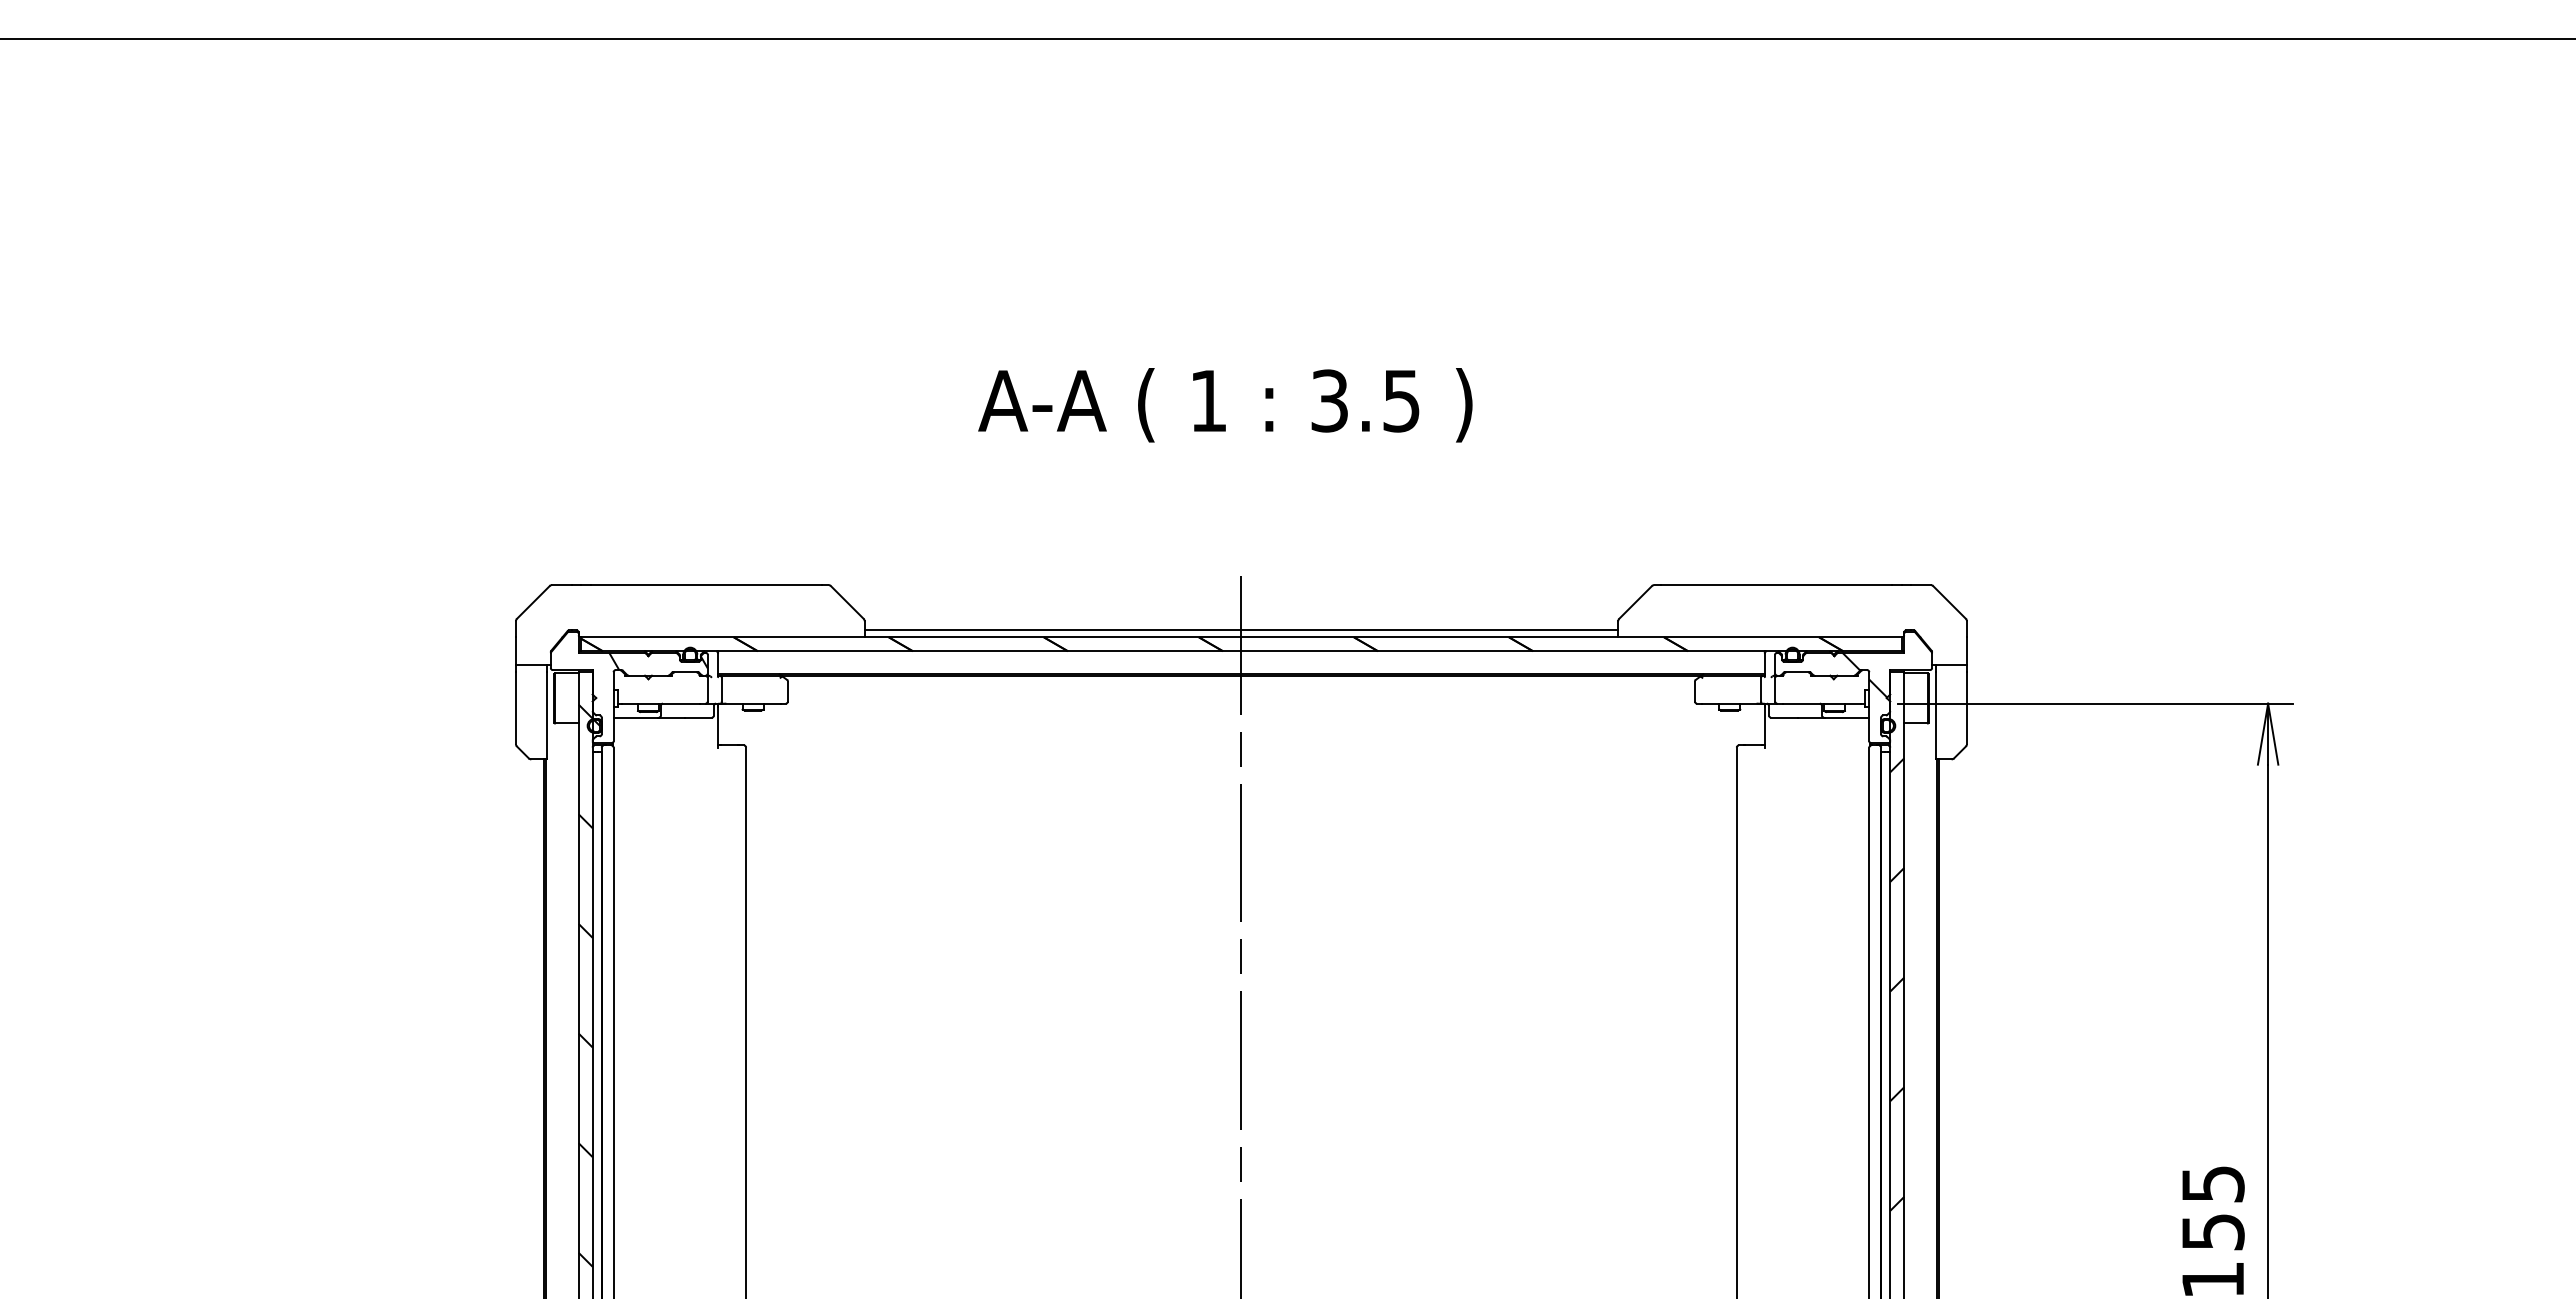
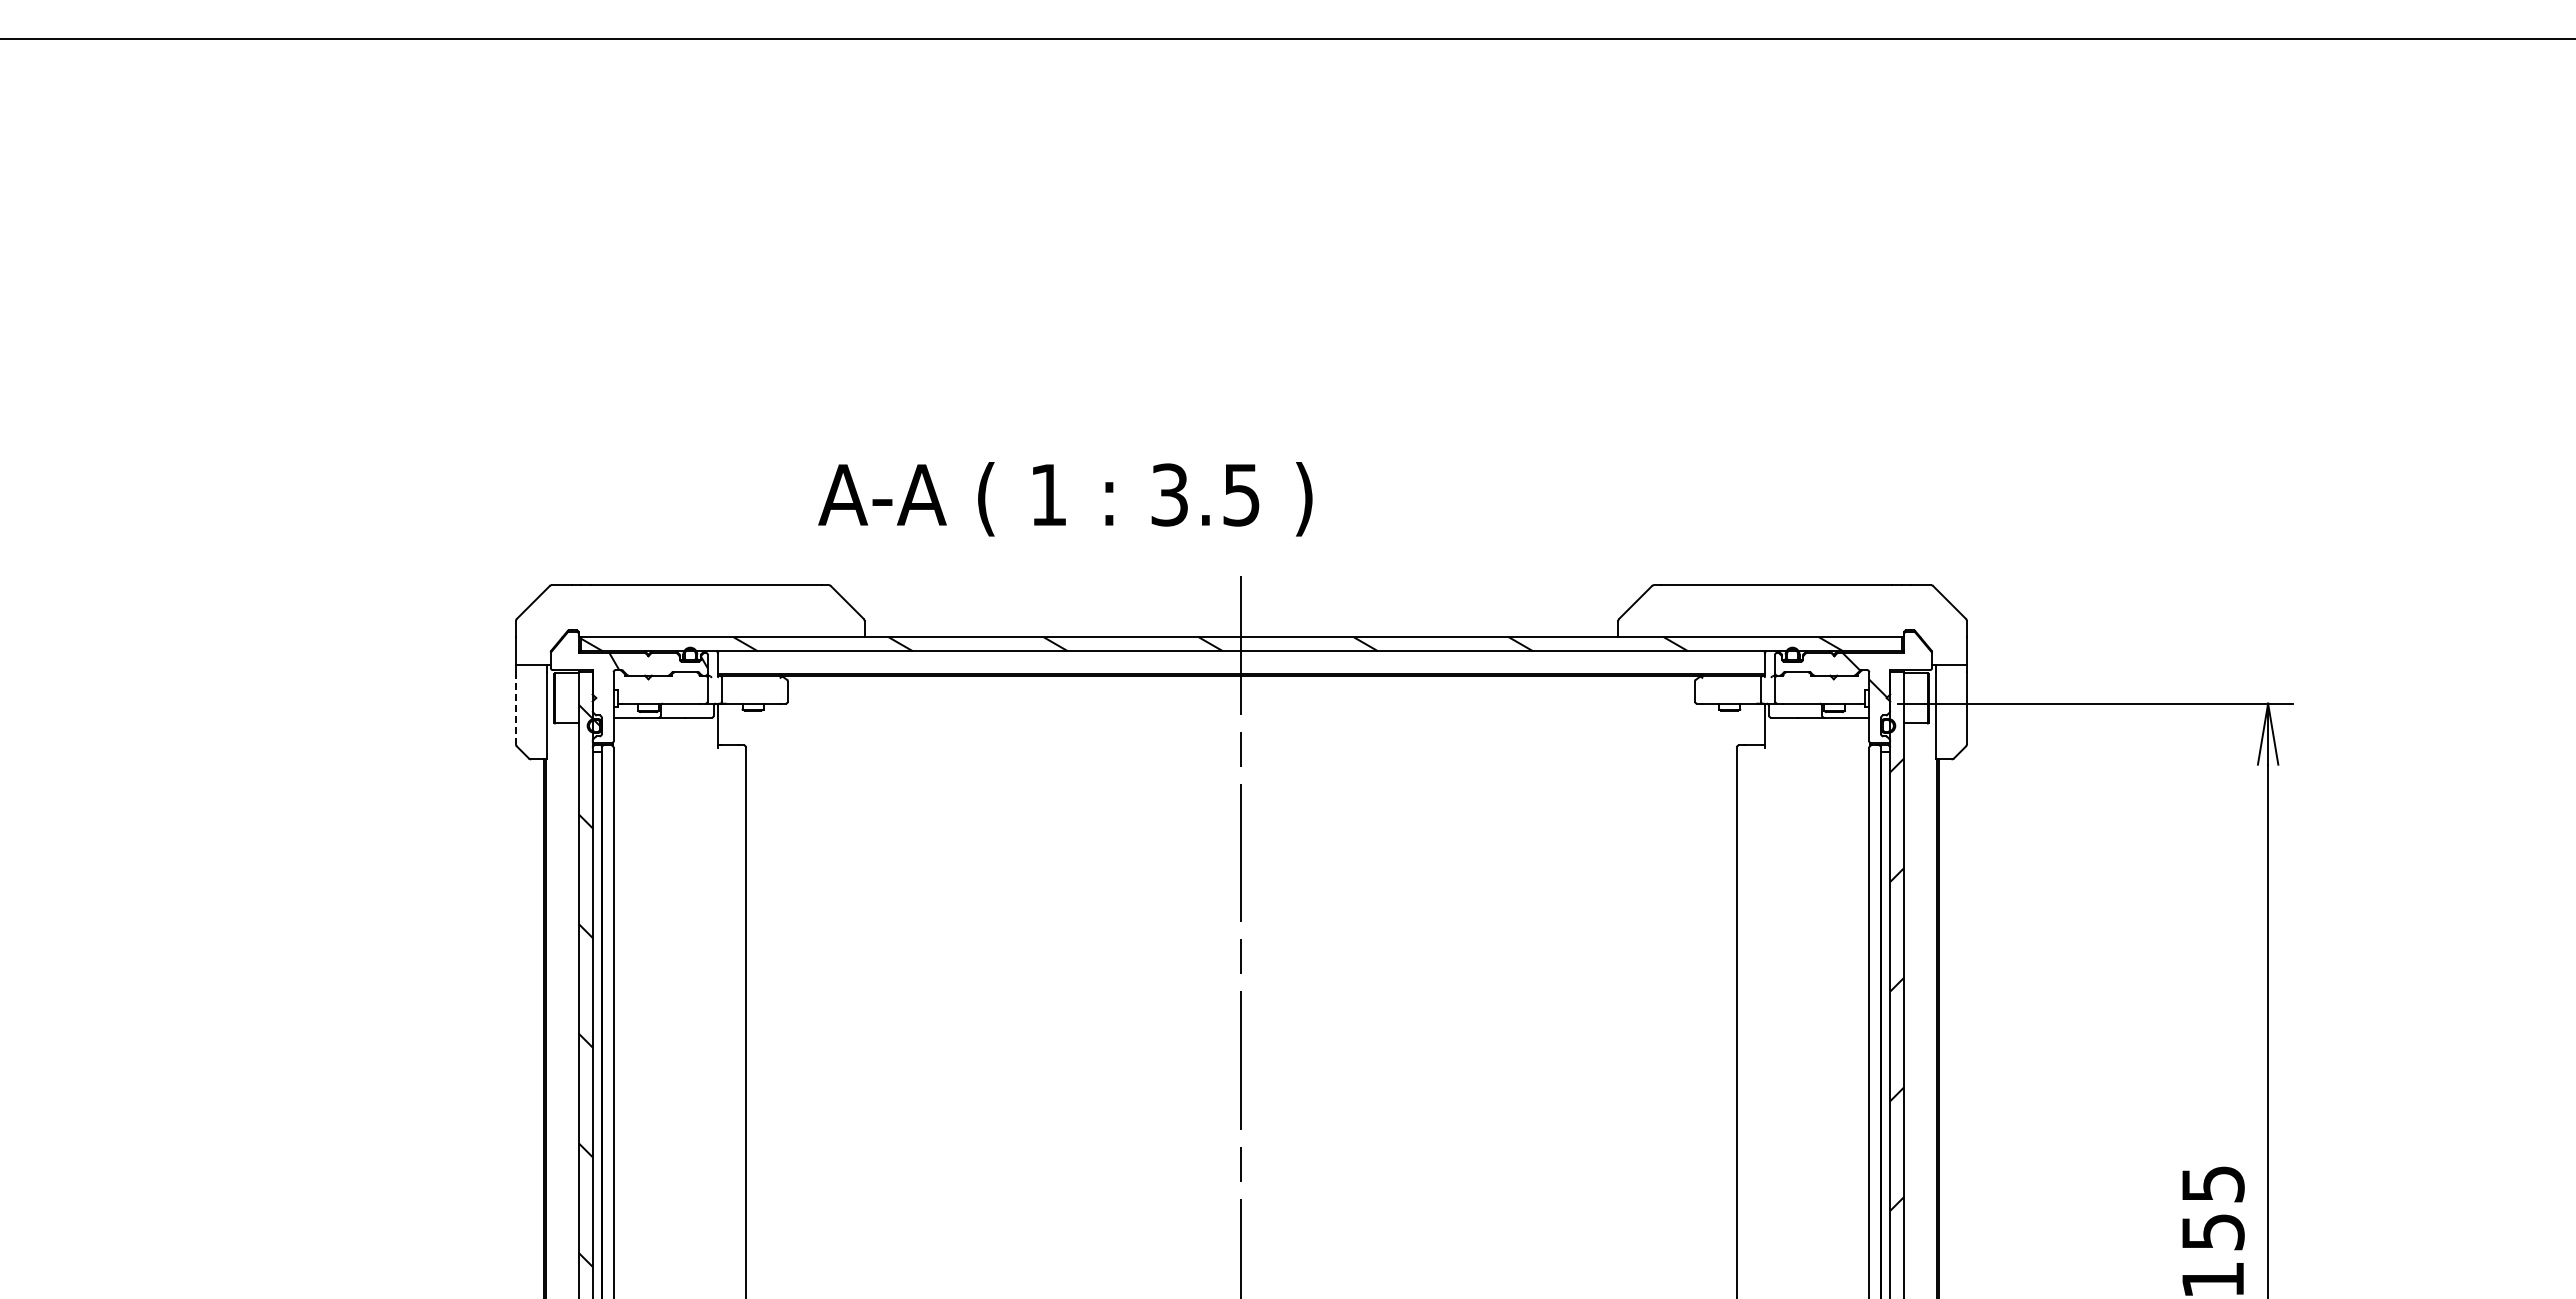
text at (1225, 405) position: (1225, 405) -> (1065, 499)
line at (1241, 630): present -> none
hatch at (1211, 644): present -> none
line at (515, 708): solid -> dashed
